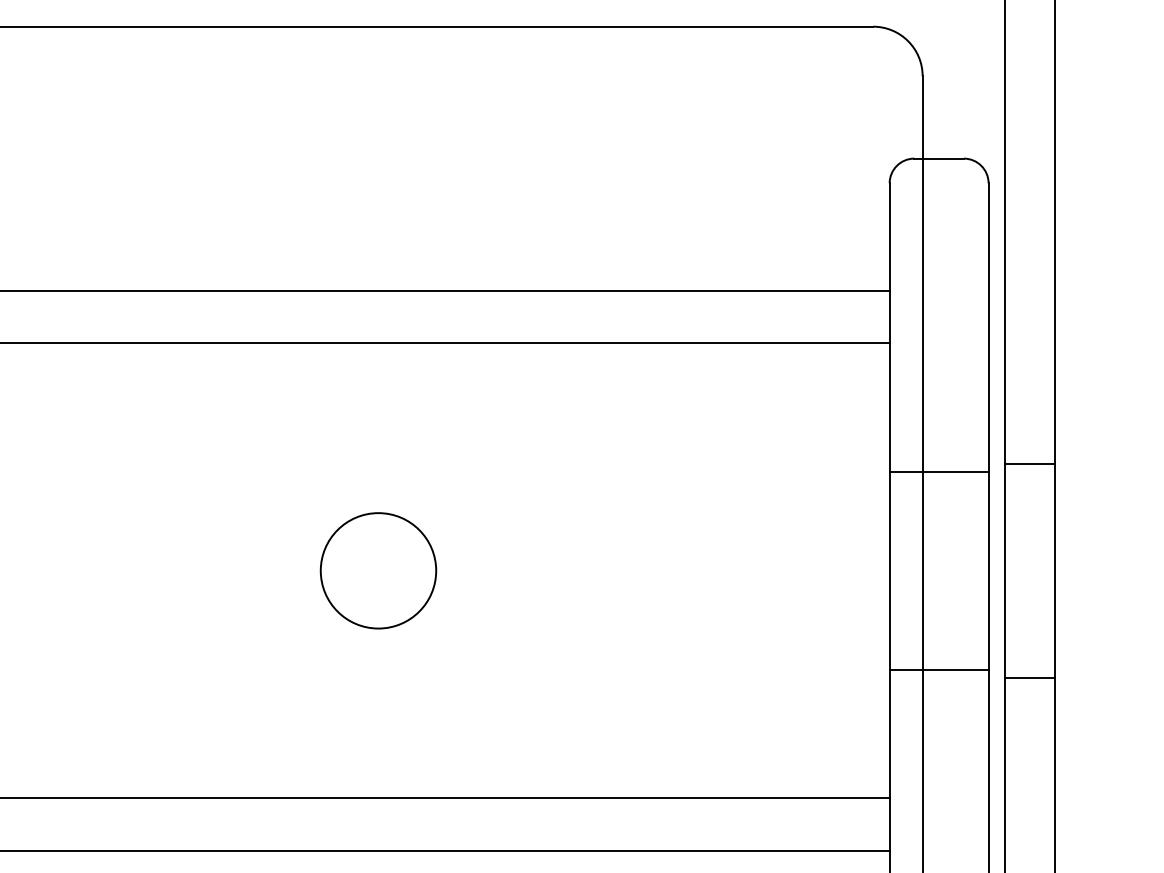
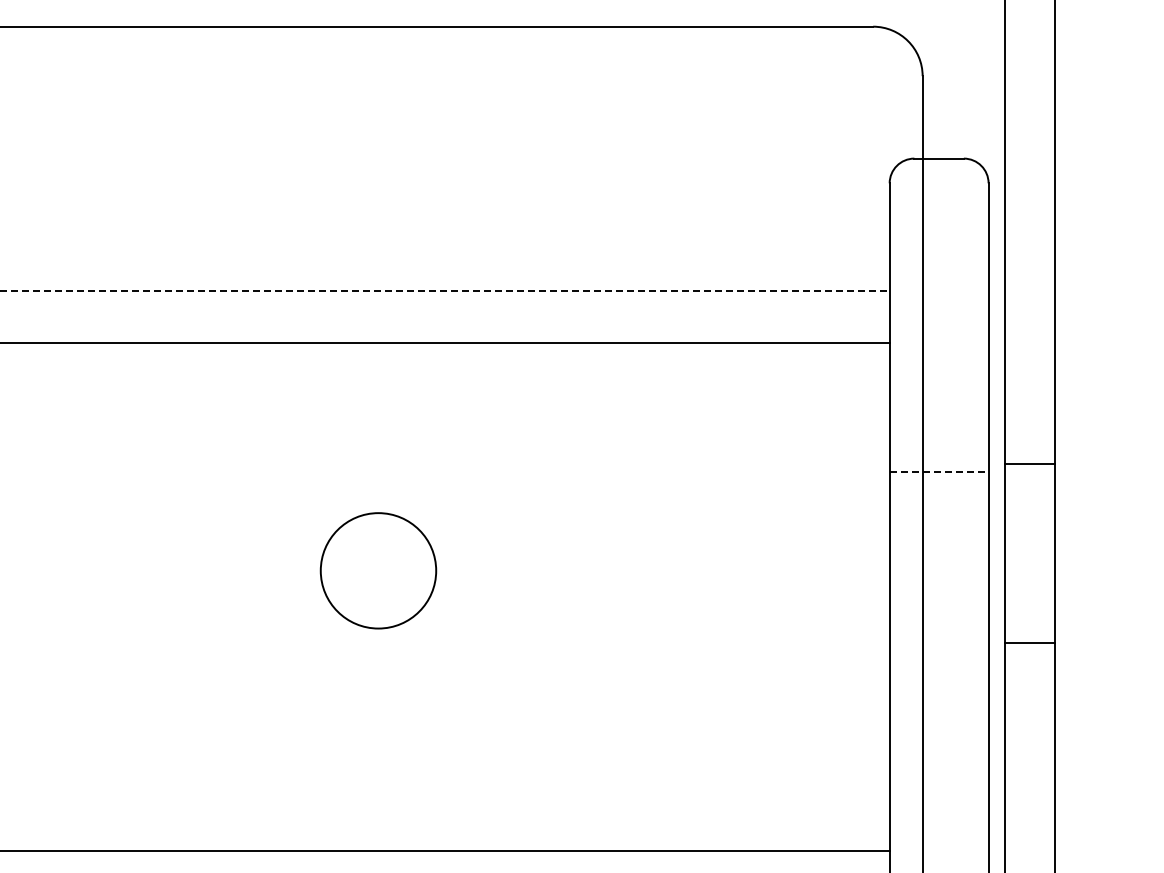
line at (445, 290): solid -> dashed
line at (939, 471): solid -> dashed
line at (938, 669): present -> none
line at (1029, 678) position: (1029, 678) -> (1029, 643)
line at (445, 798): present -> none
